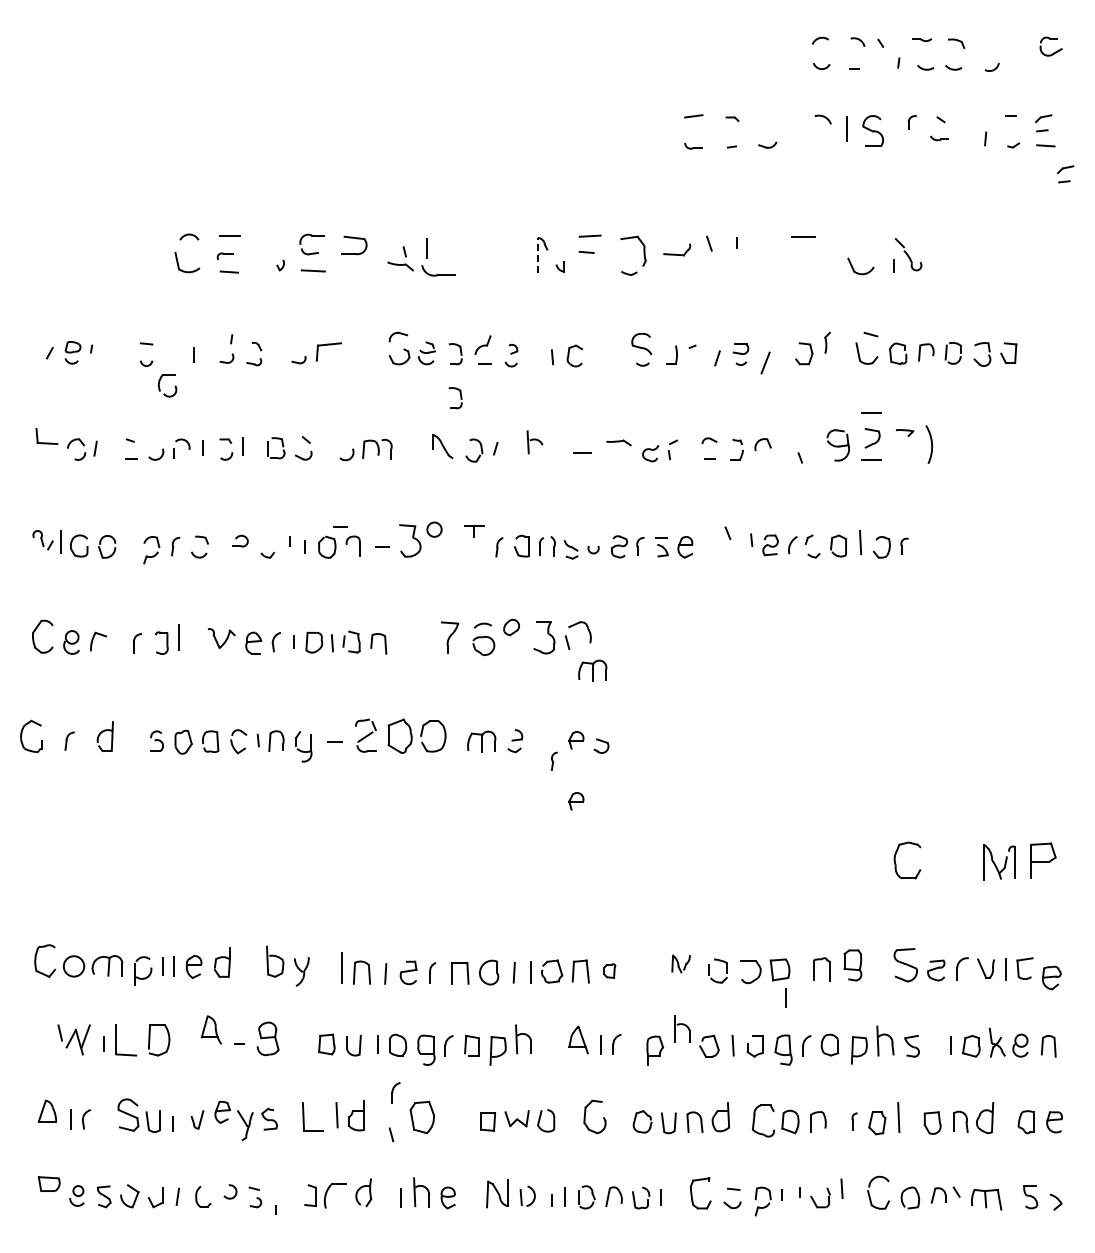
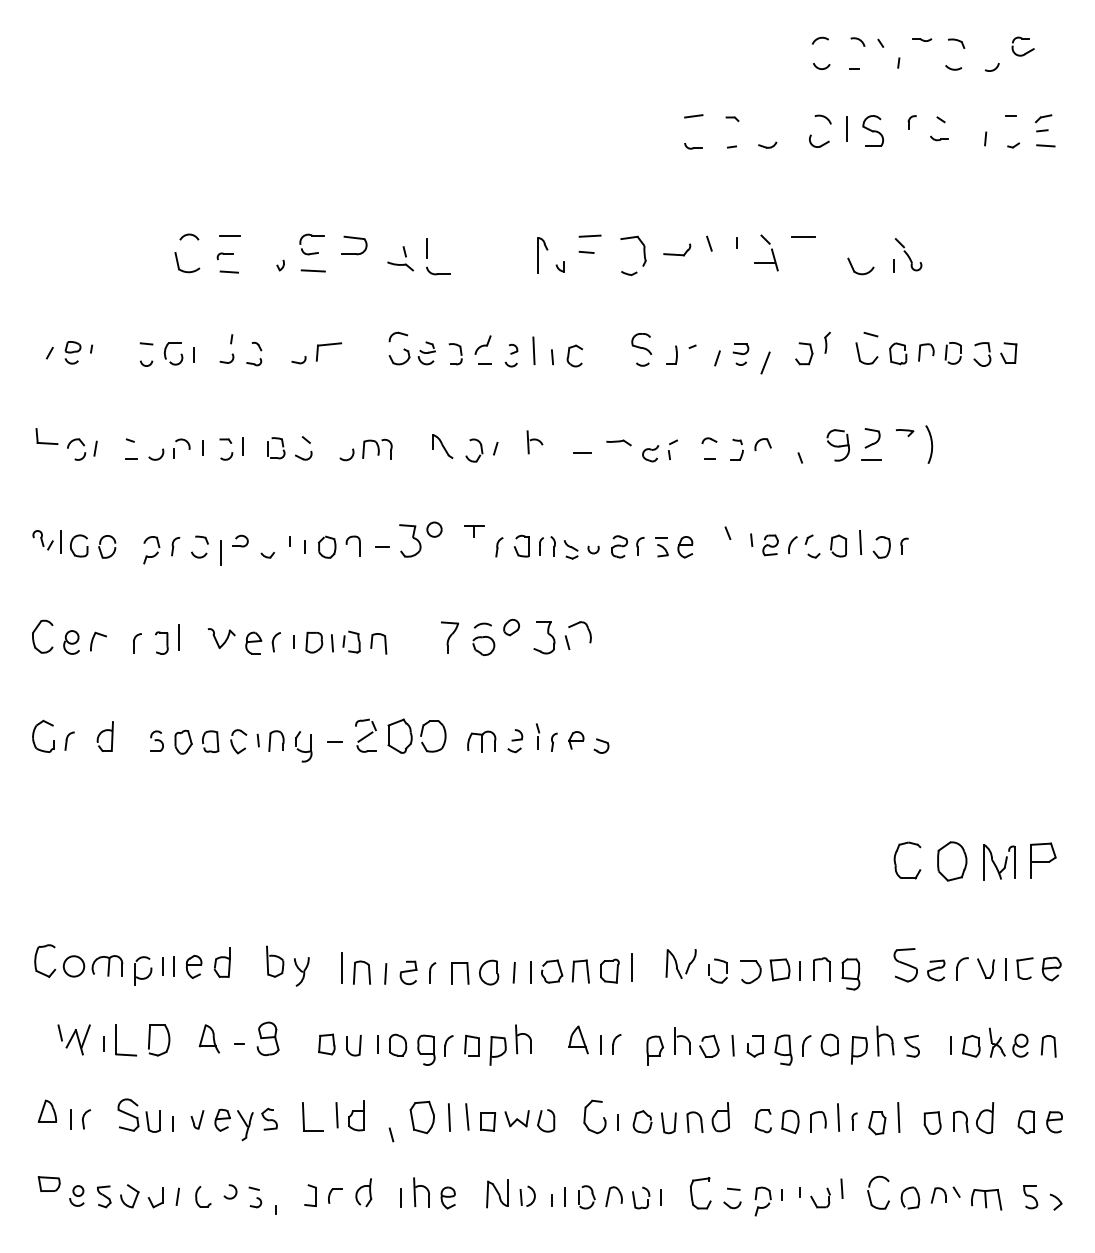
part at (1053, 52) position: (1053, 52) -> (1025, 52)
arc at (925, 68): present -> none
part at (819, 140): none -> present
part at (1065, 174): present -> none
part at (766, 252): none -> present
line at (538, 254): dashed -> solid
part at (438, 270) size: 35x12 px -> 25x10 px
line at (533, 350): none -> present
part at (174, 386) position: (174, 386) -> (180, 354)
part at (455, 398): present -> none
line at (871, 412): present -> none
line at (340, 526): present -> none
line at (220, 552): none -> present
part at (592, 670): present -> none
part at (22, 734) position: (22, 734) -> (34, 734)
part at (538, 736): none -> present
part at (554, 760) position: (554, 760) -> (554, 741)
part at (576, 801): present -> none
part at (952, 861): none -> present
part at (680, 963) size: 20x20 px -> 32x30 px
part at (852, 965) position: (852, 965) -> (850, 974)
line at (631, 967): none -> present
part at (609, 970) size: 14x16 px -> 20x26 px
part at (1051, 977) position: (1051, 977) -> (1051, 968)
line at (785, 997) position: (785, 997) -> (799, 970)
part at (682, 1028) position: (682, 1028) -> (682, 1040)
part at (210, 1029) position: (210, 1029) -> (208, 1038)
part at (395, 1092): present -> none
part at (222, 1111) position: (222, 1111) -> (222, 1119)
line at (467, 1116): none -> present
line at (449, 1117): none -> present
line at (838, 1117): none -> present
part at (763, 1120) size: 23x34 px -> 18x25 px
line at (617, 1122): none -> present
part at (334, 1195) size: 24x26 px -> 15x16 px
